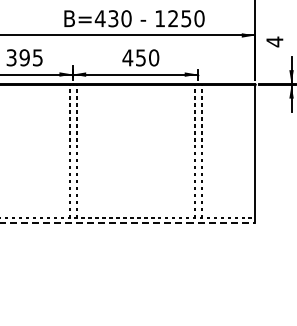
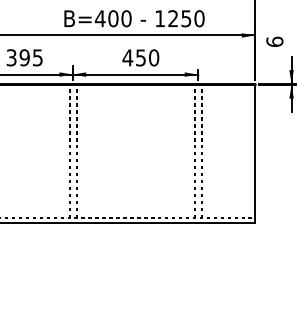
text at (113, 18): B=430 -> B=400
text at (274, 41): 4 -> 6
line at (128, 222): dashed -> solid
